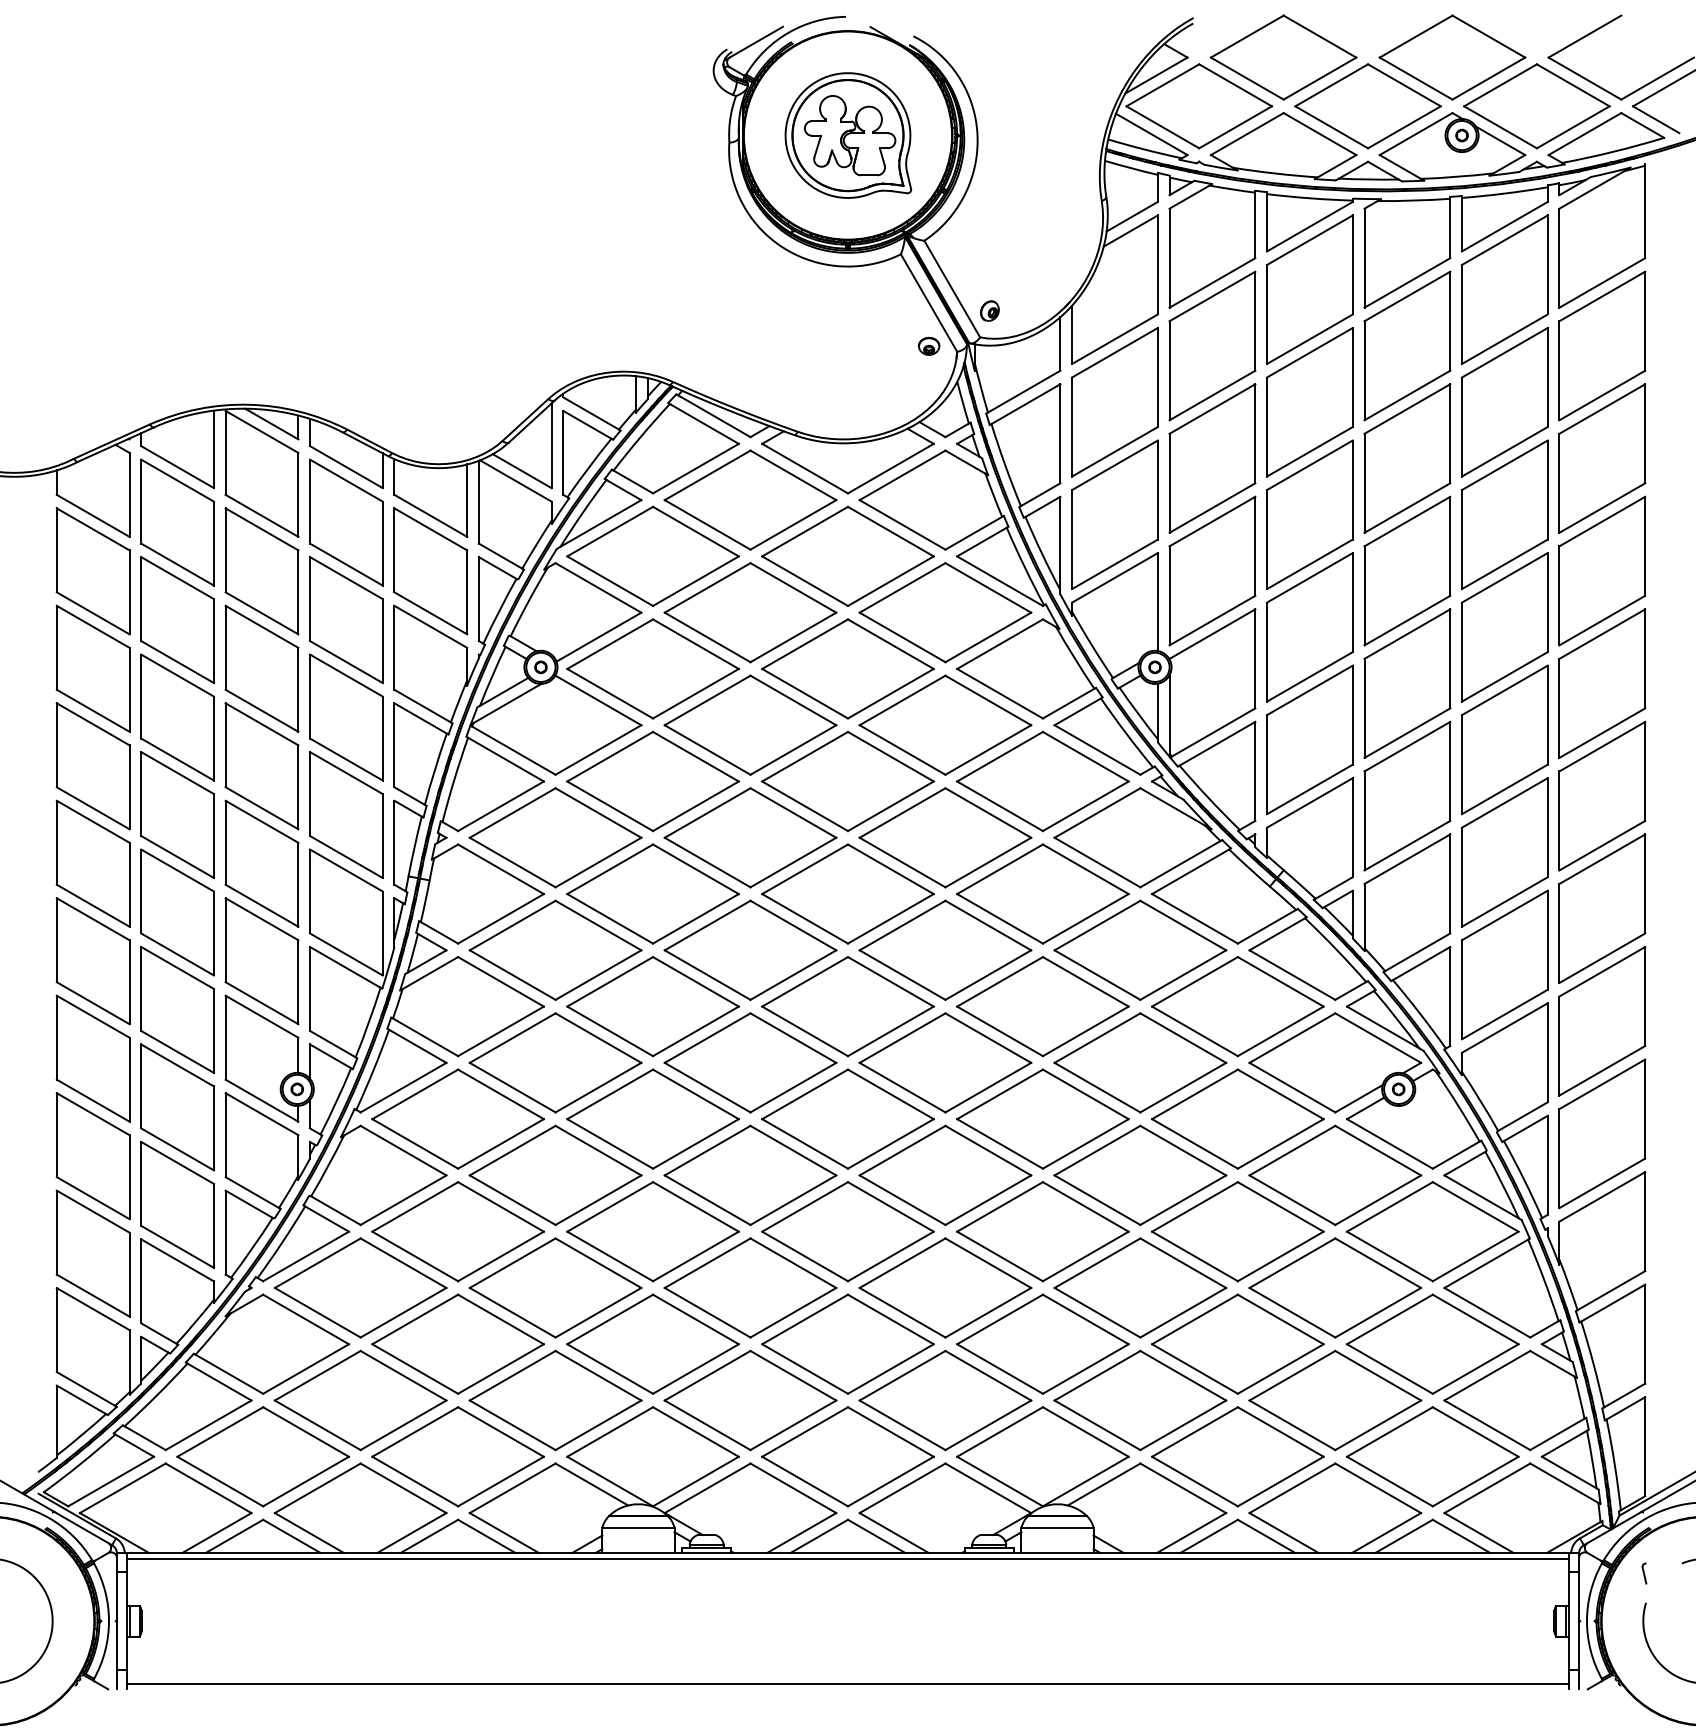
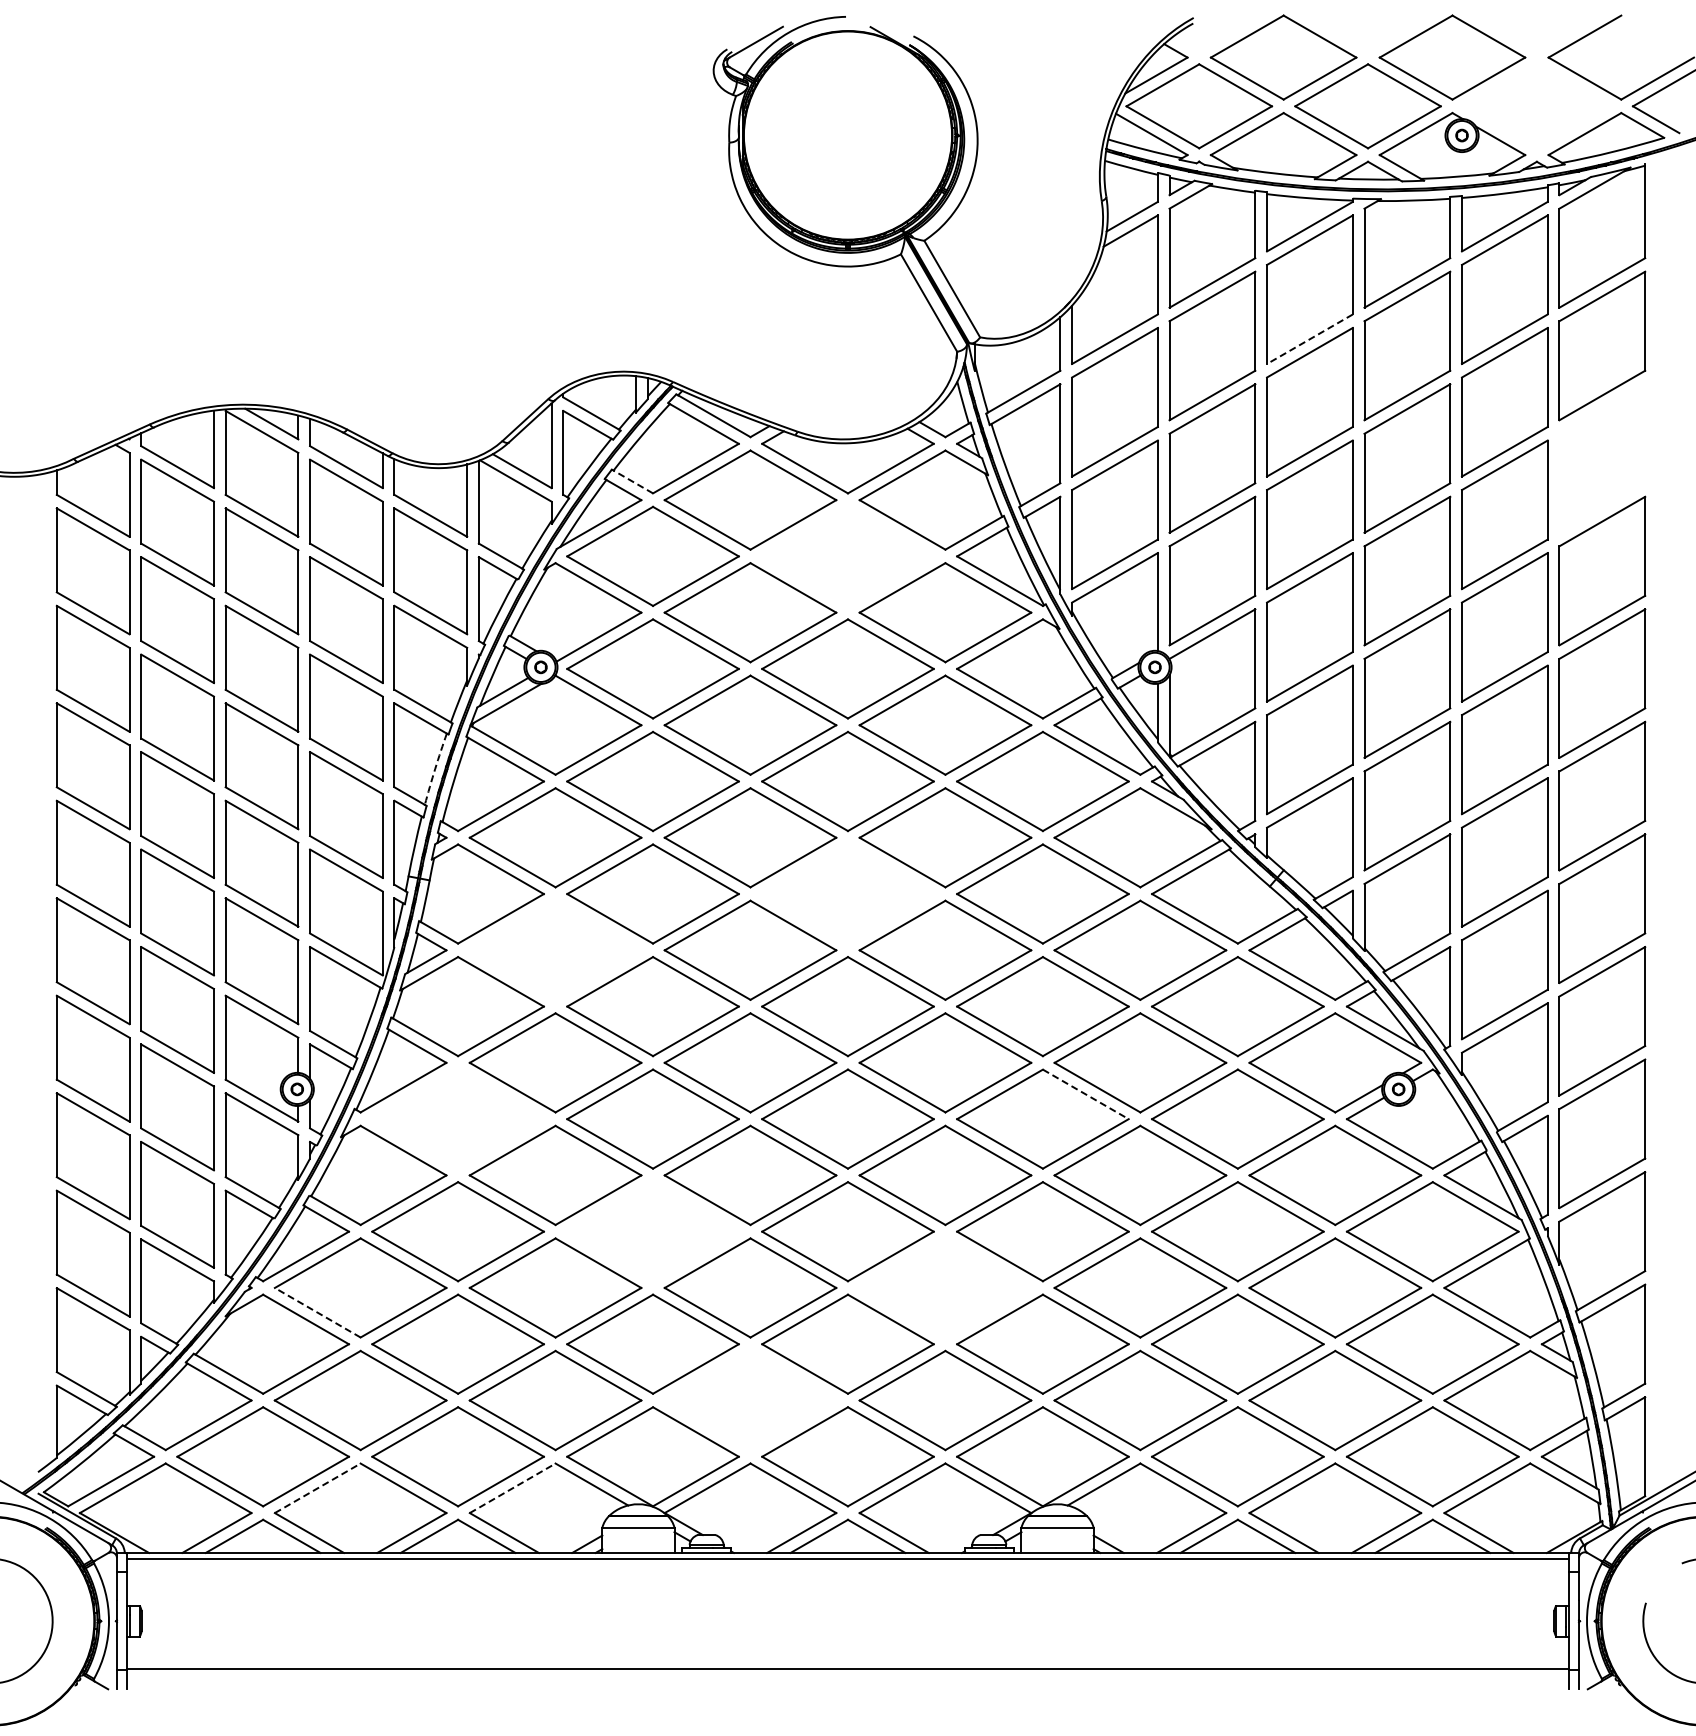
part at (1536, 106): present -> none
part at (848, 135): present -> none
part at (989, 310): present -> none
line at (1309, 339): solid -> dashed
part at (929, 345): present -> none
part at (1602, 458): present -> none
line at (633, 482): solid -> dashed
part at (847, 555): present -> none
arc at (435, 769): solid -> dashed
part at (847, 893): present -> none
part at (555, 949): present -> none
line at (1085, 1094): solid -> dashed
part at (457, 1118): present -> none
part at (652, 1231): present -> none
part at (945, 1287): present -> none
line at (317, 1312): solid -> dashed
part at (750, 1400): present -> none
line at (317, 1488): solid -> dashed
line at (512, 1488): solid -> dashed
part at (1644, 1573): present -> none
line at (847, 1683) position: (847, 1683) -> (847, 1668)
